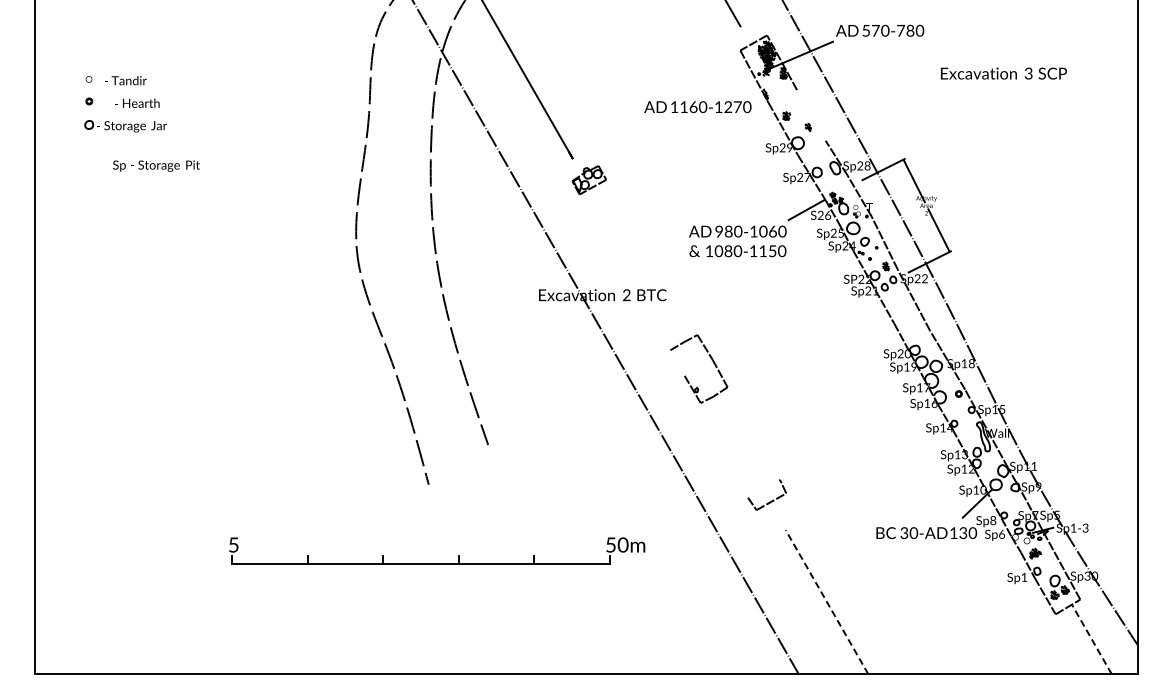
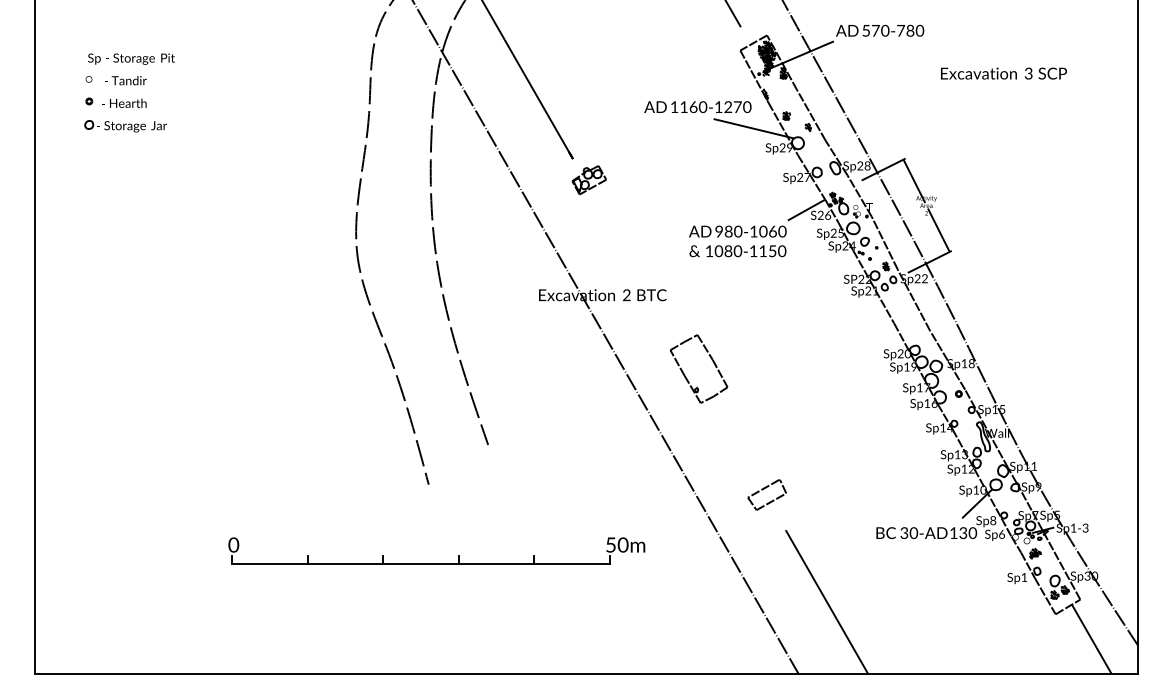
text at (137, 102) position: (137, 102) -> (124, 102)
line at (811, 115): none -> present
line at (753, 128): none -> present
text at (156, 165) position: (156, 165) -> (131, 58)
line at (677, 362): none -> present
line at (763, 488): none -> present
text at (233, 544): 5 -> 0
line at (827, 602): dashed -> solid
line at (1091, 639): dashed -> solid
